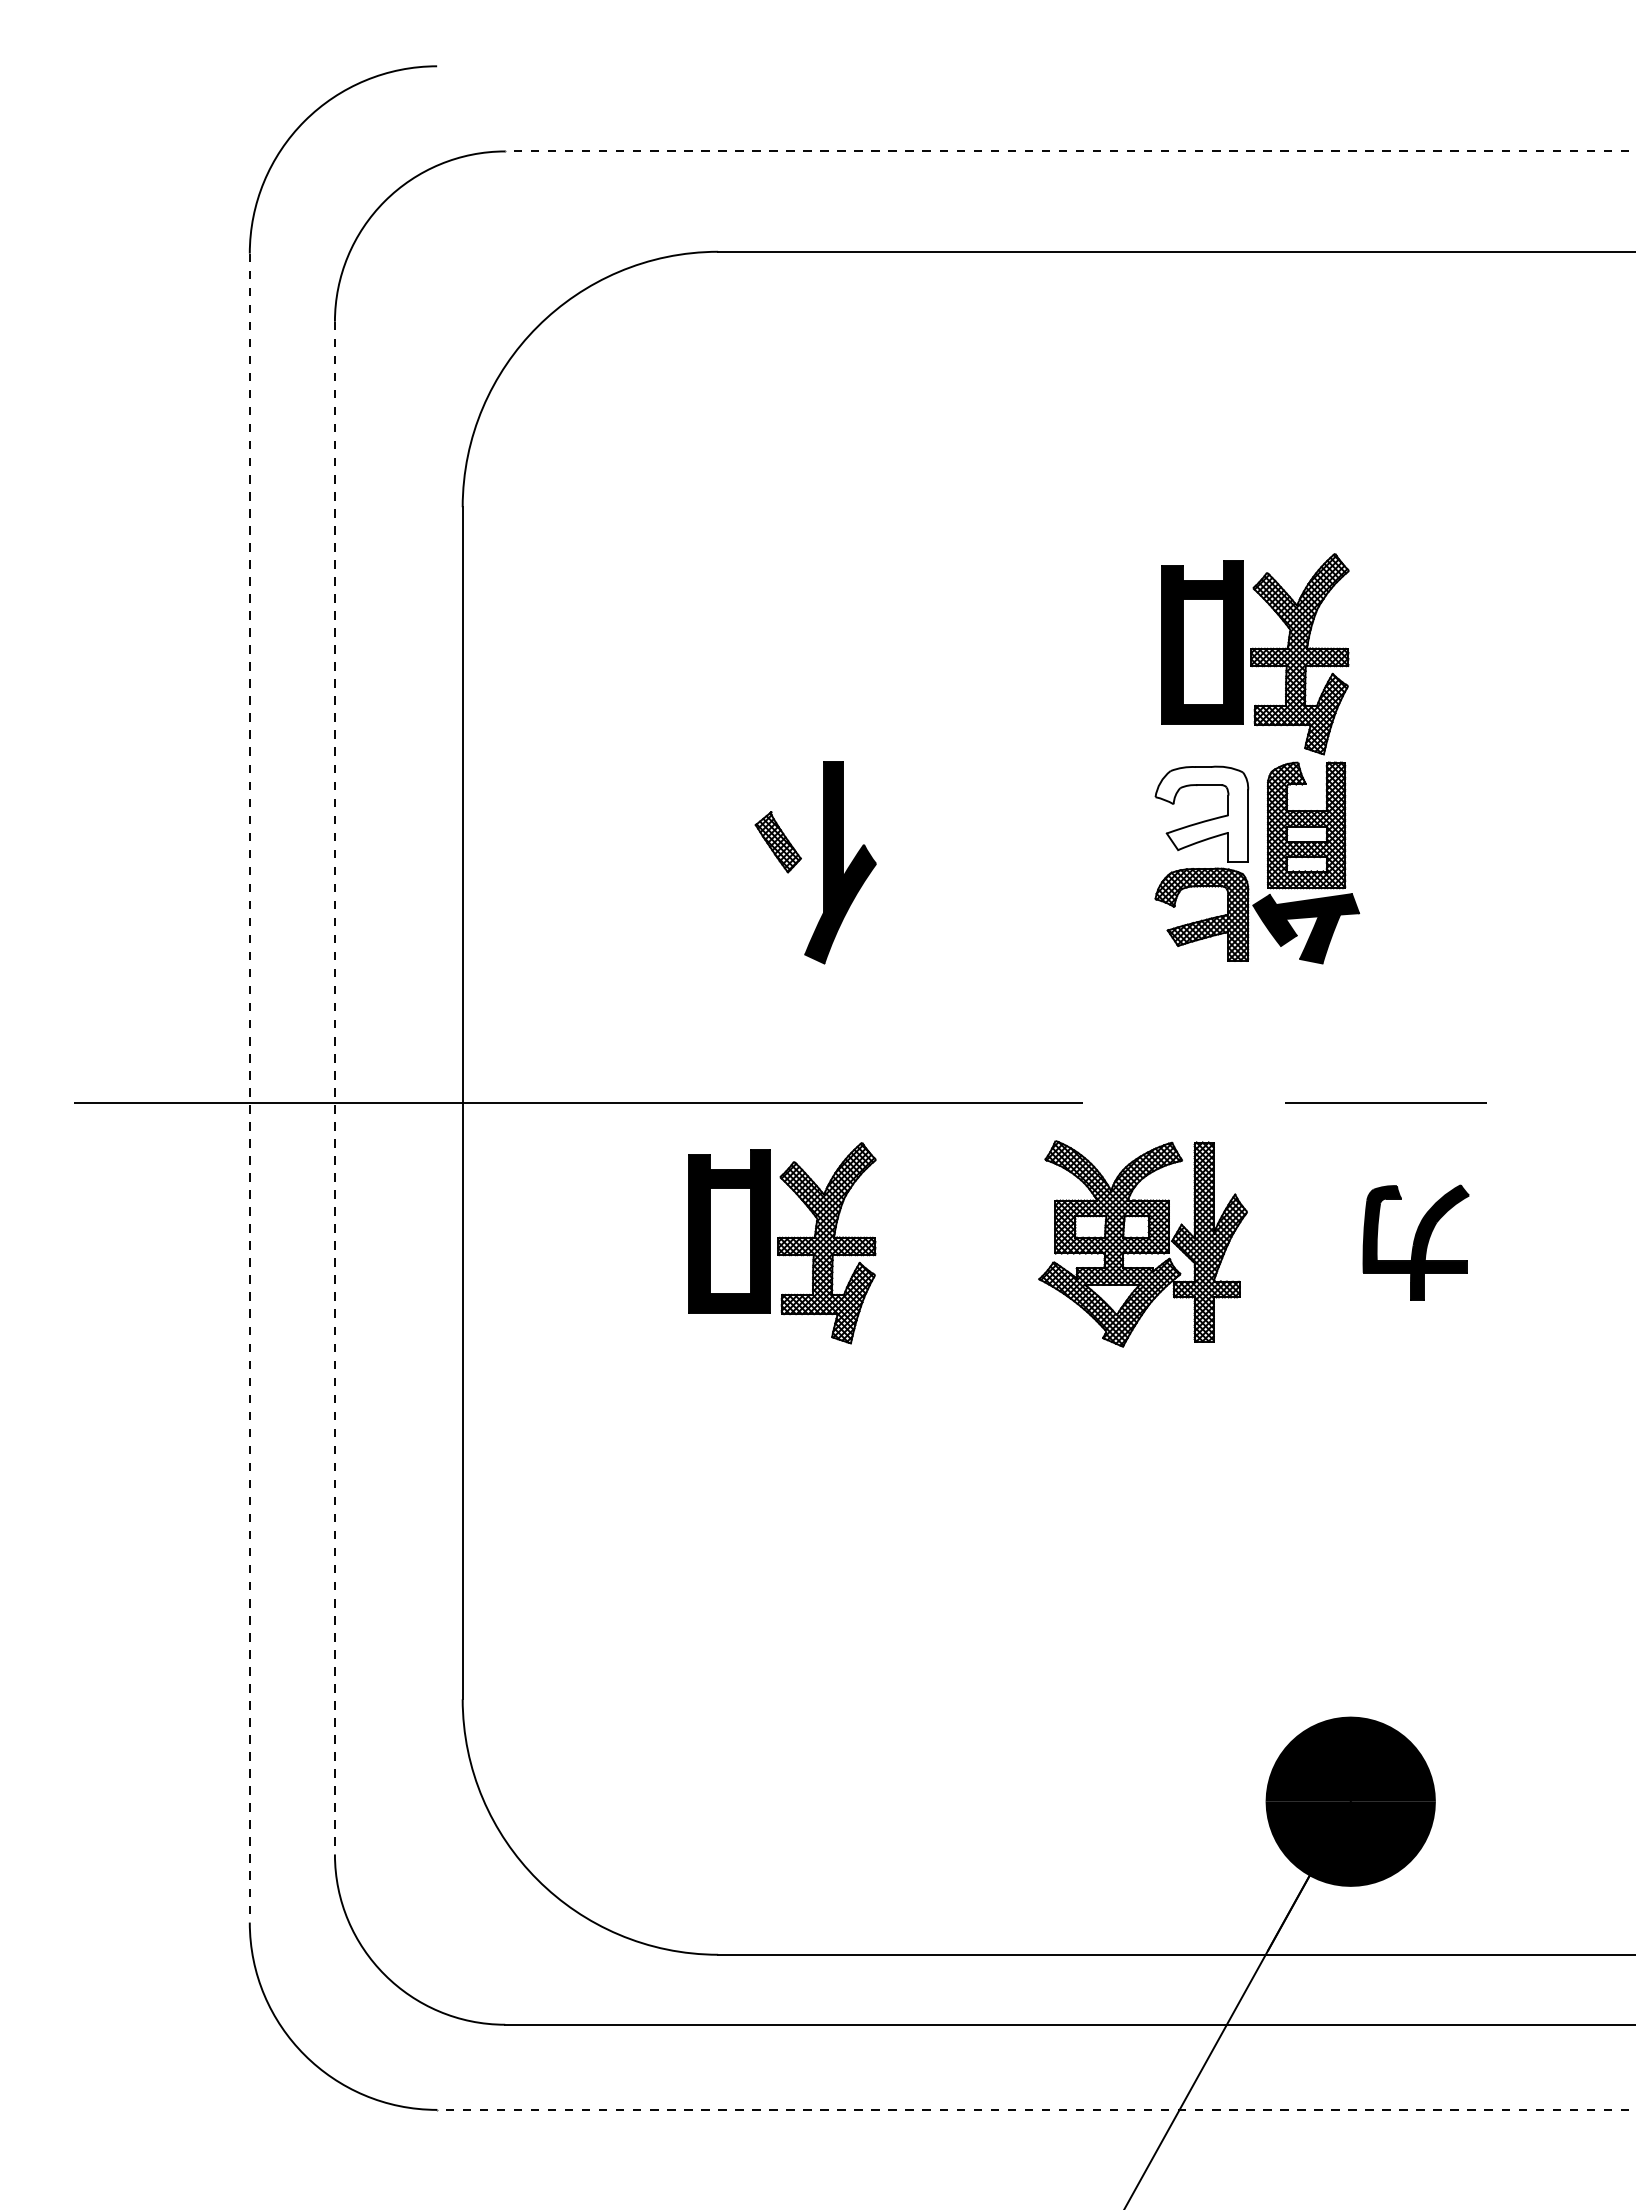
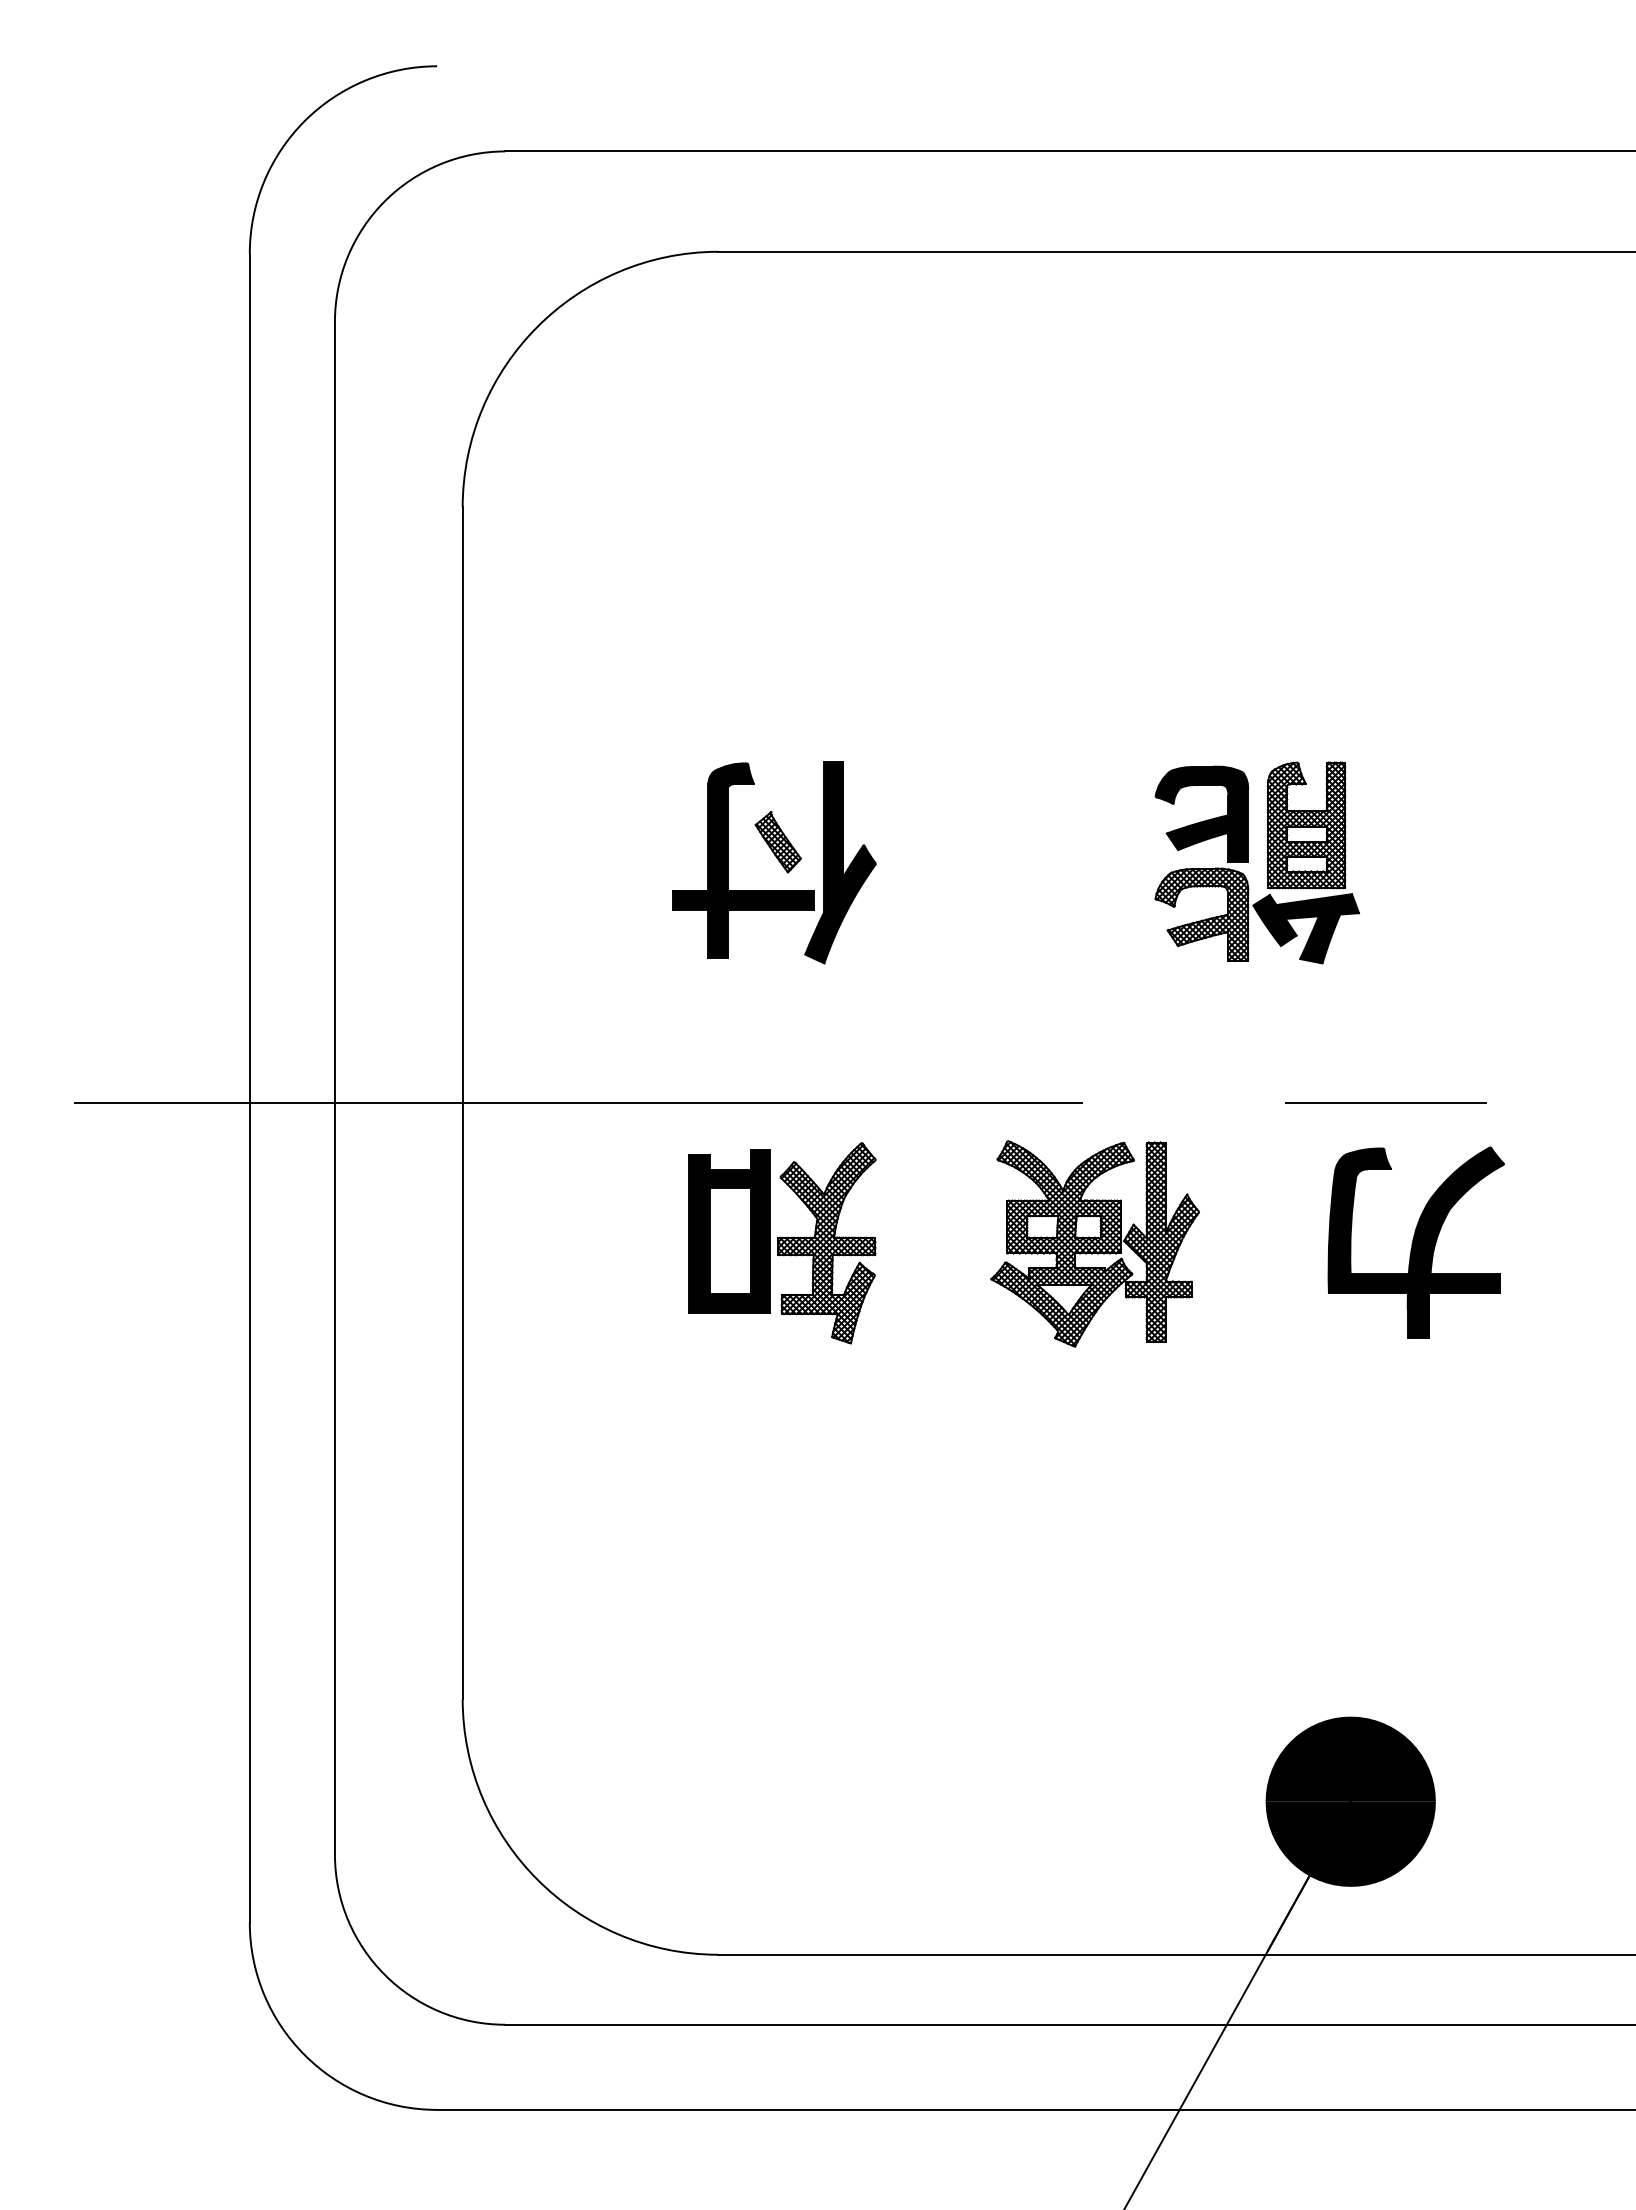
line at (1070, 151): dashed -> solid
part at (1255, 654): present -> none
fill at (1201, 814): none -> present
part at (728, 860): none -> present
line at (249, 1088): dashed -> solid
line at (334, 1088): dashed -> solid
part at (1415, 1242) size: 108x117 px -> 178x193 px
part at (1142, 1243) position: (1142, 1243) -> (1094, 1243)
line at (1036, 2109): dashed -> solid
